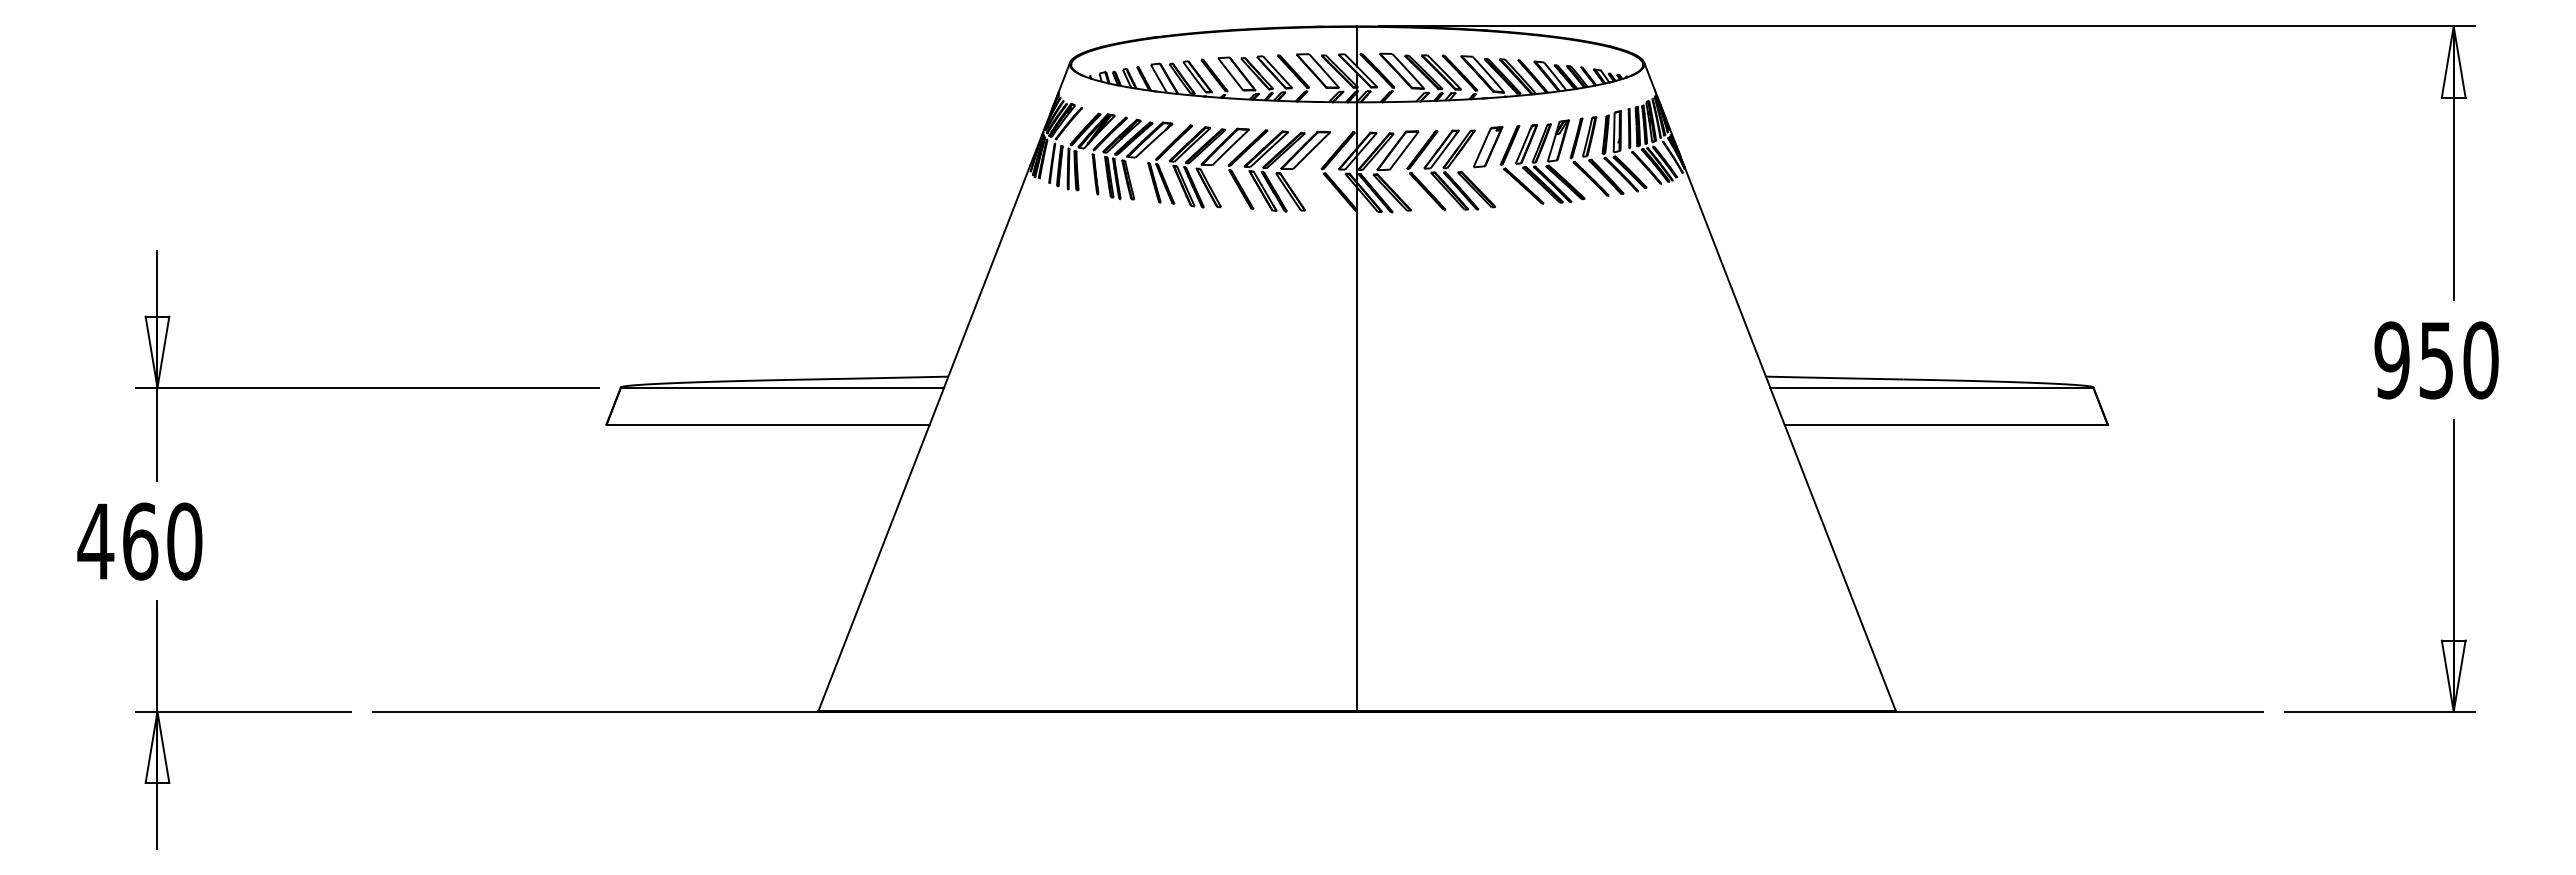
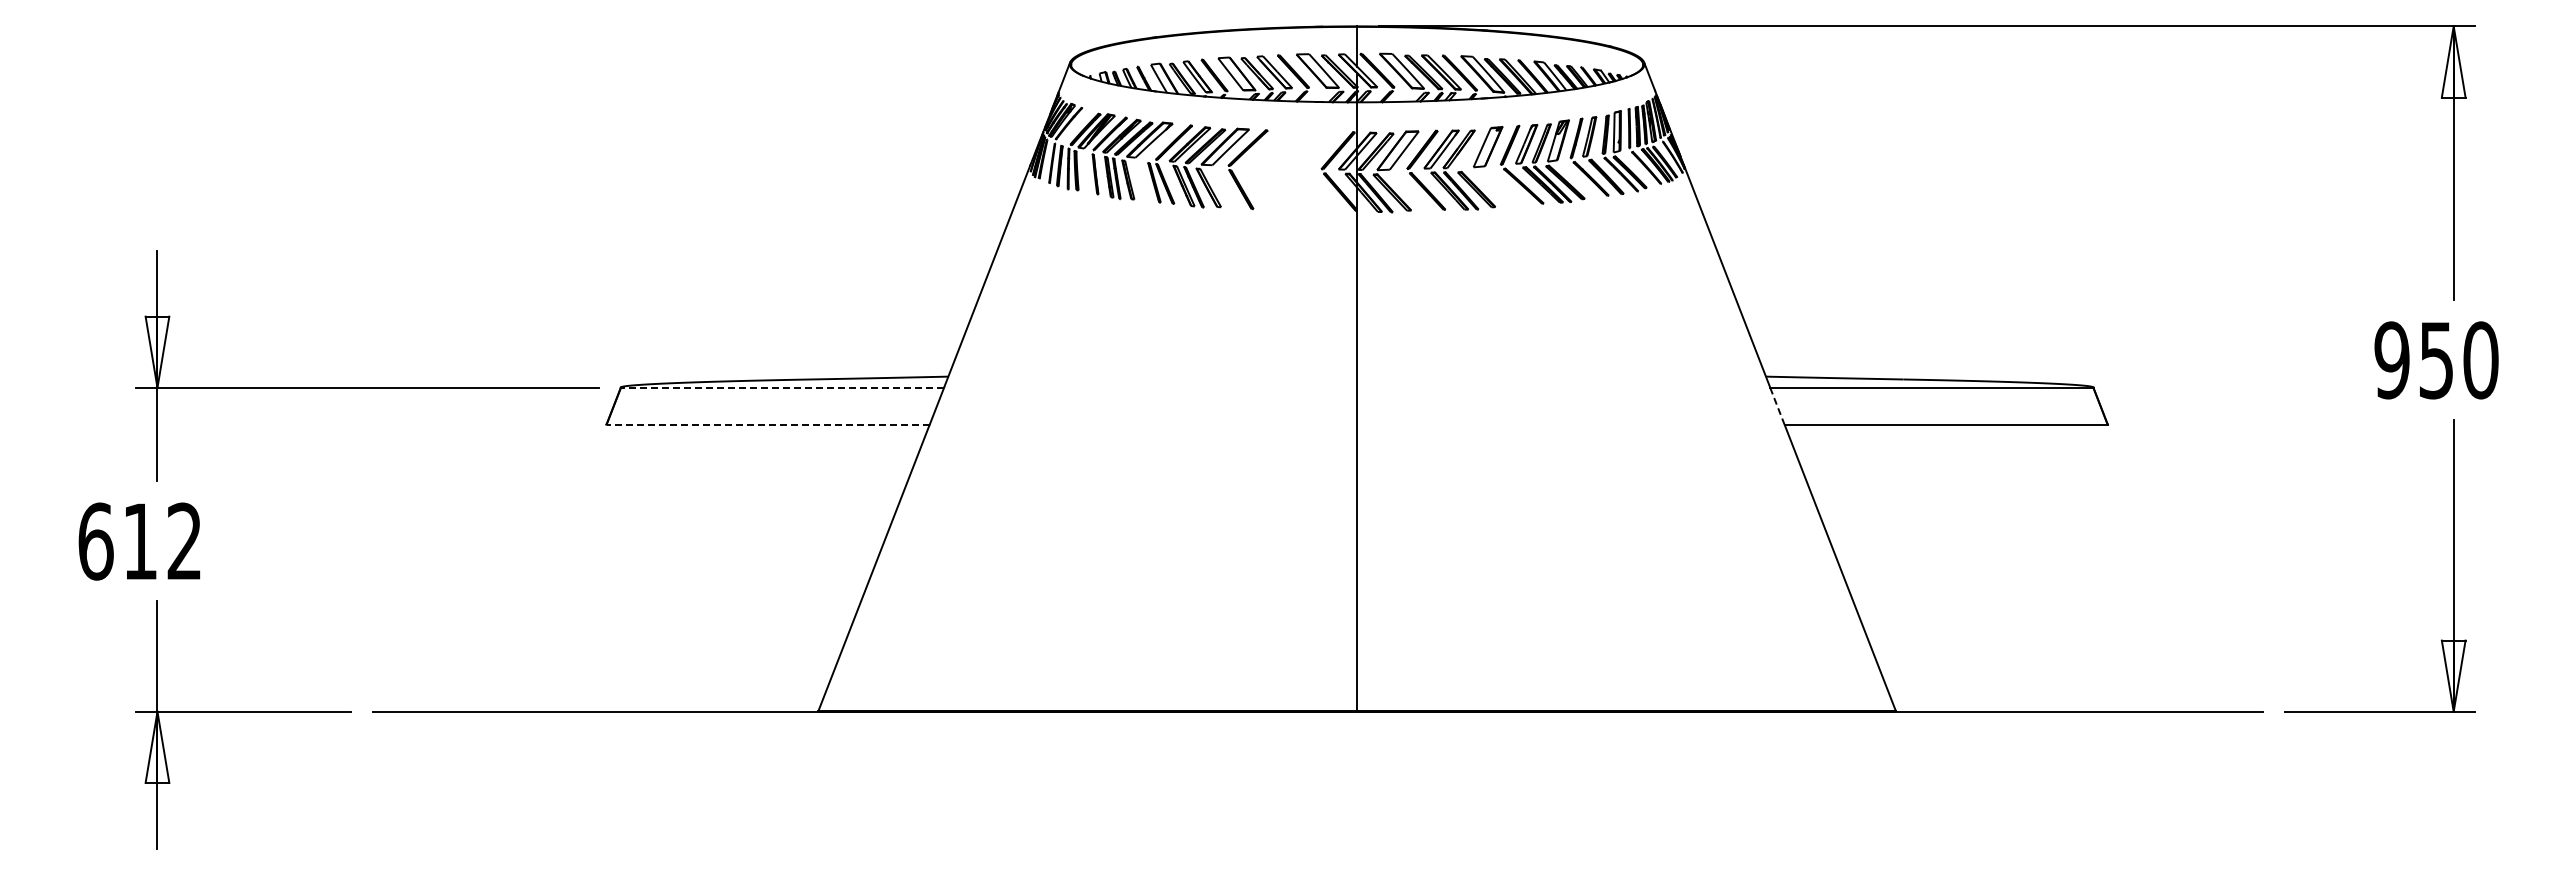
part at (1286, 171): present -> none
line at (782, 387): solid -> dashed
line at (1777, 406): solid -> dashed
line at (768, 424): solid -> dashed
text at (139, 541): 460 -> 612
